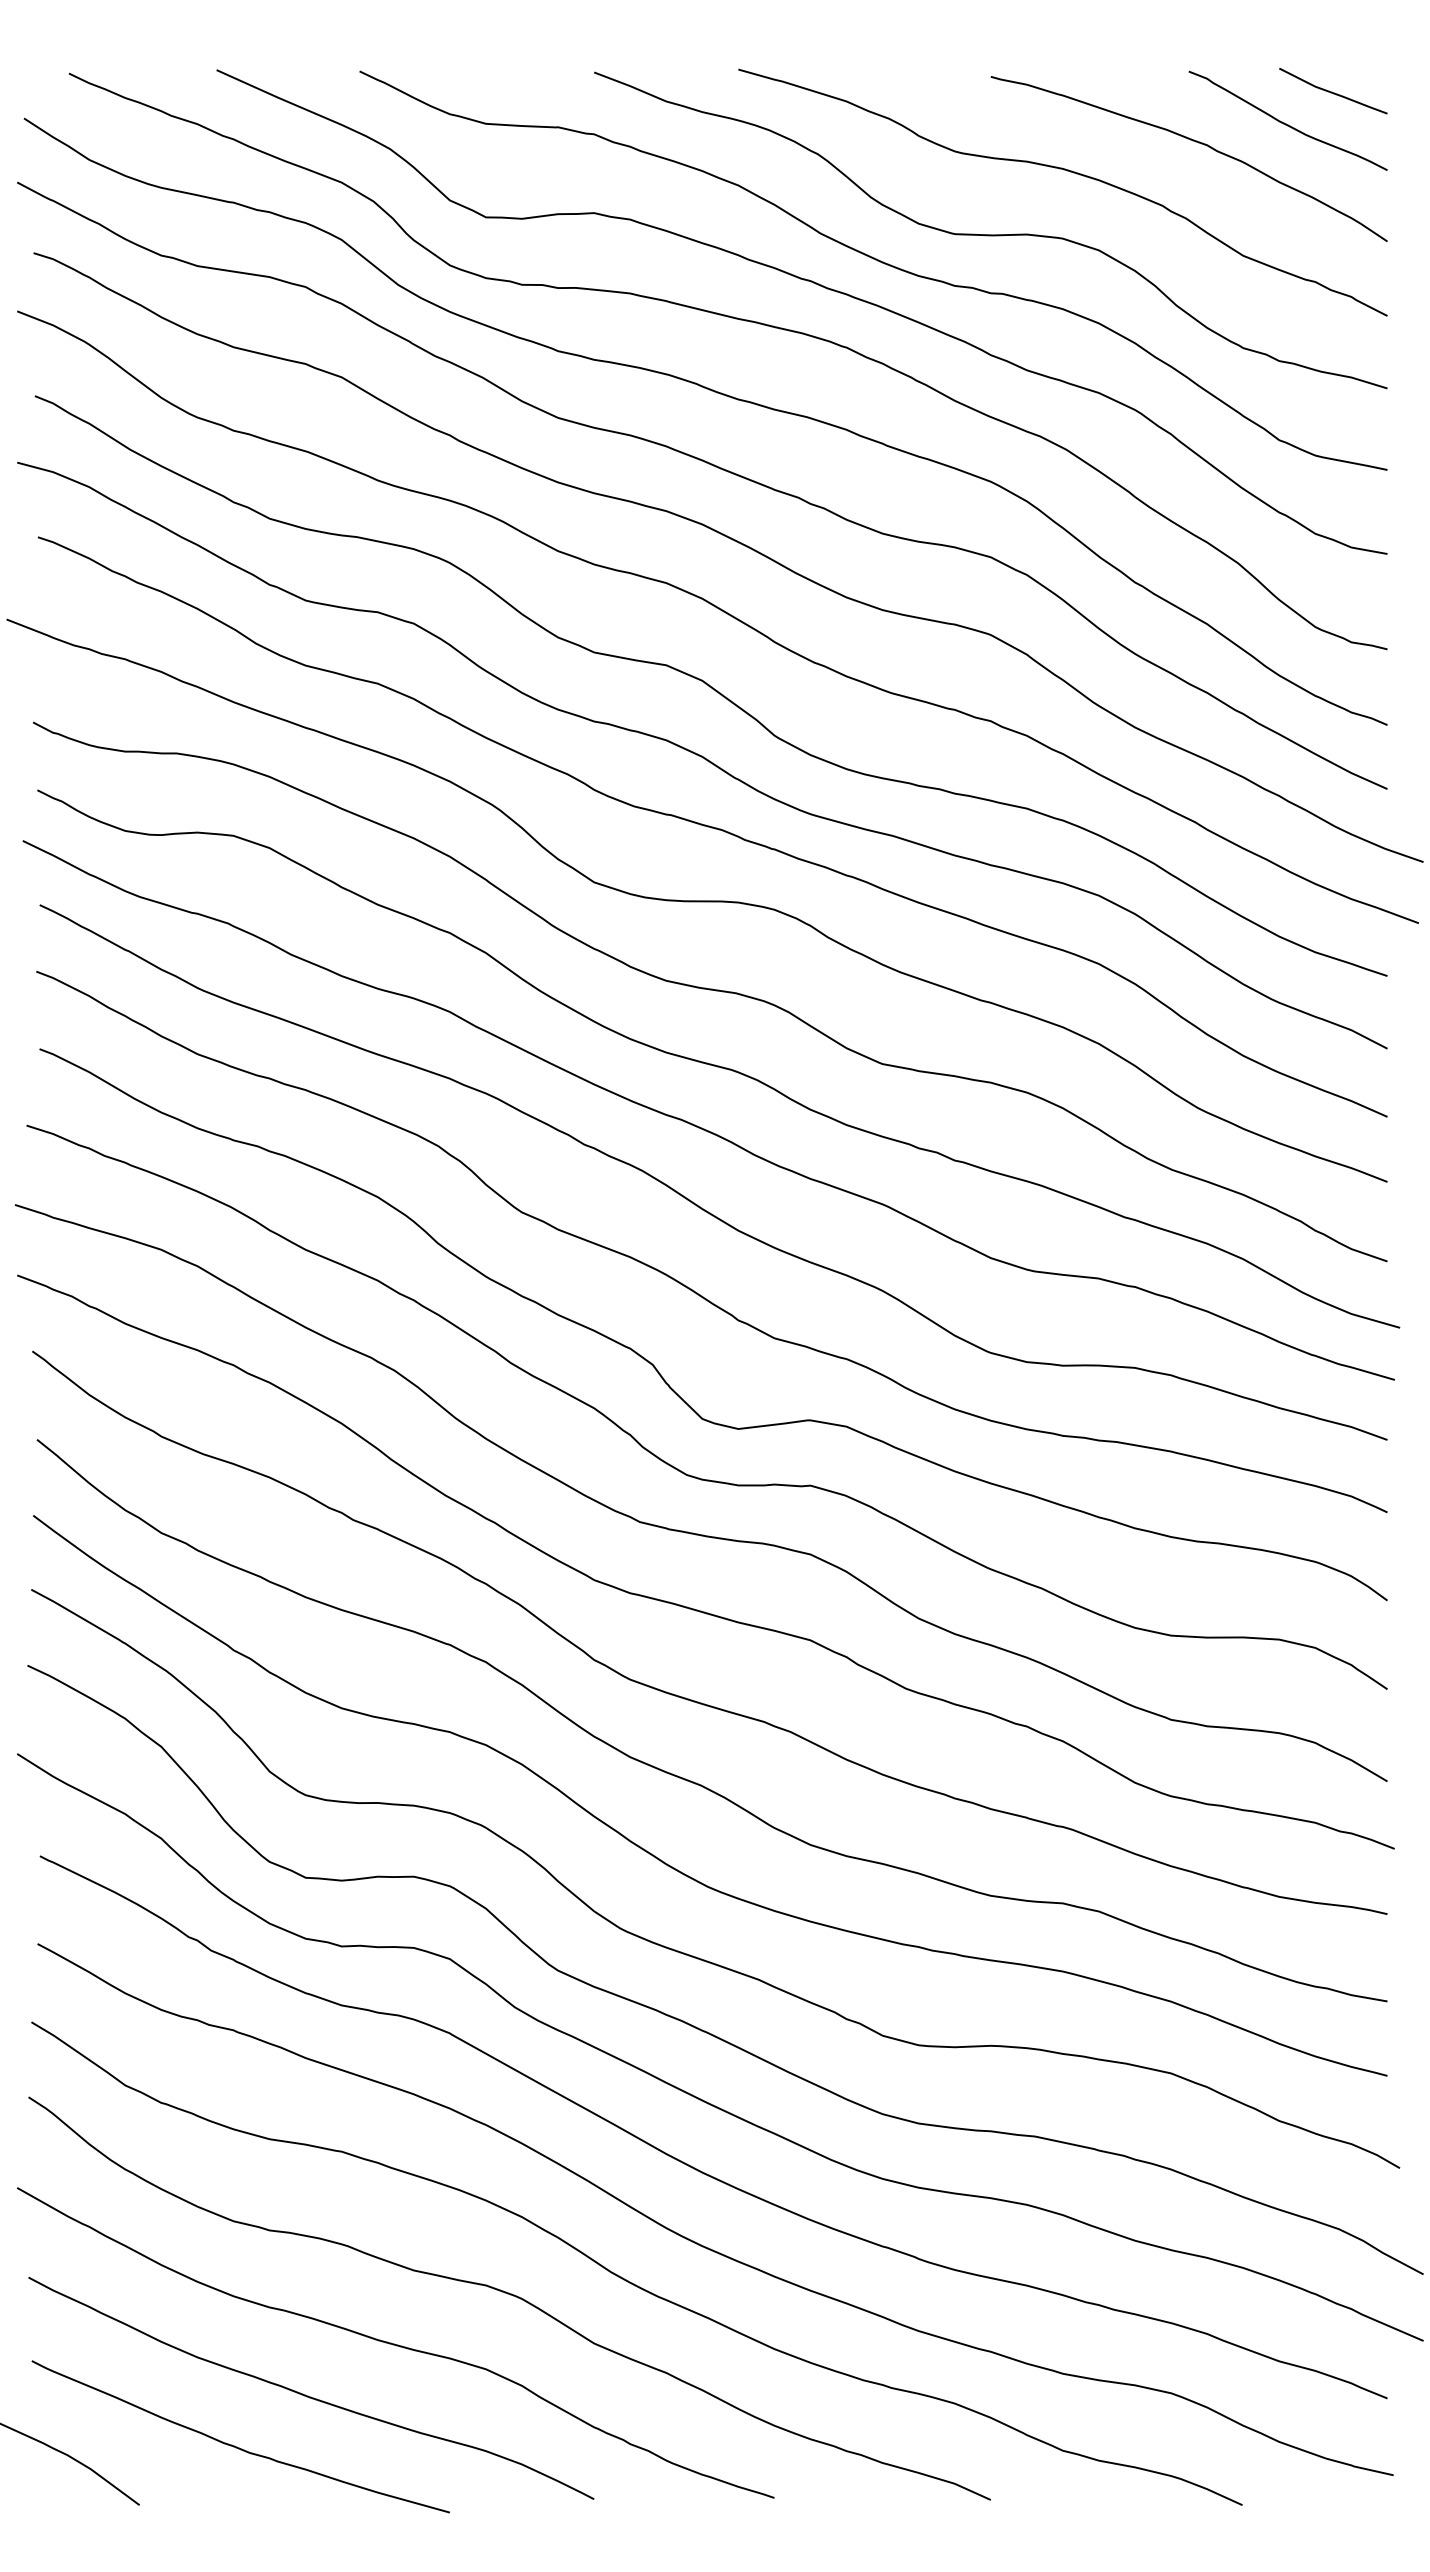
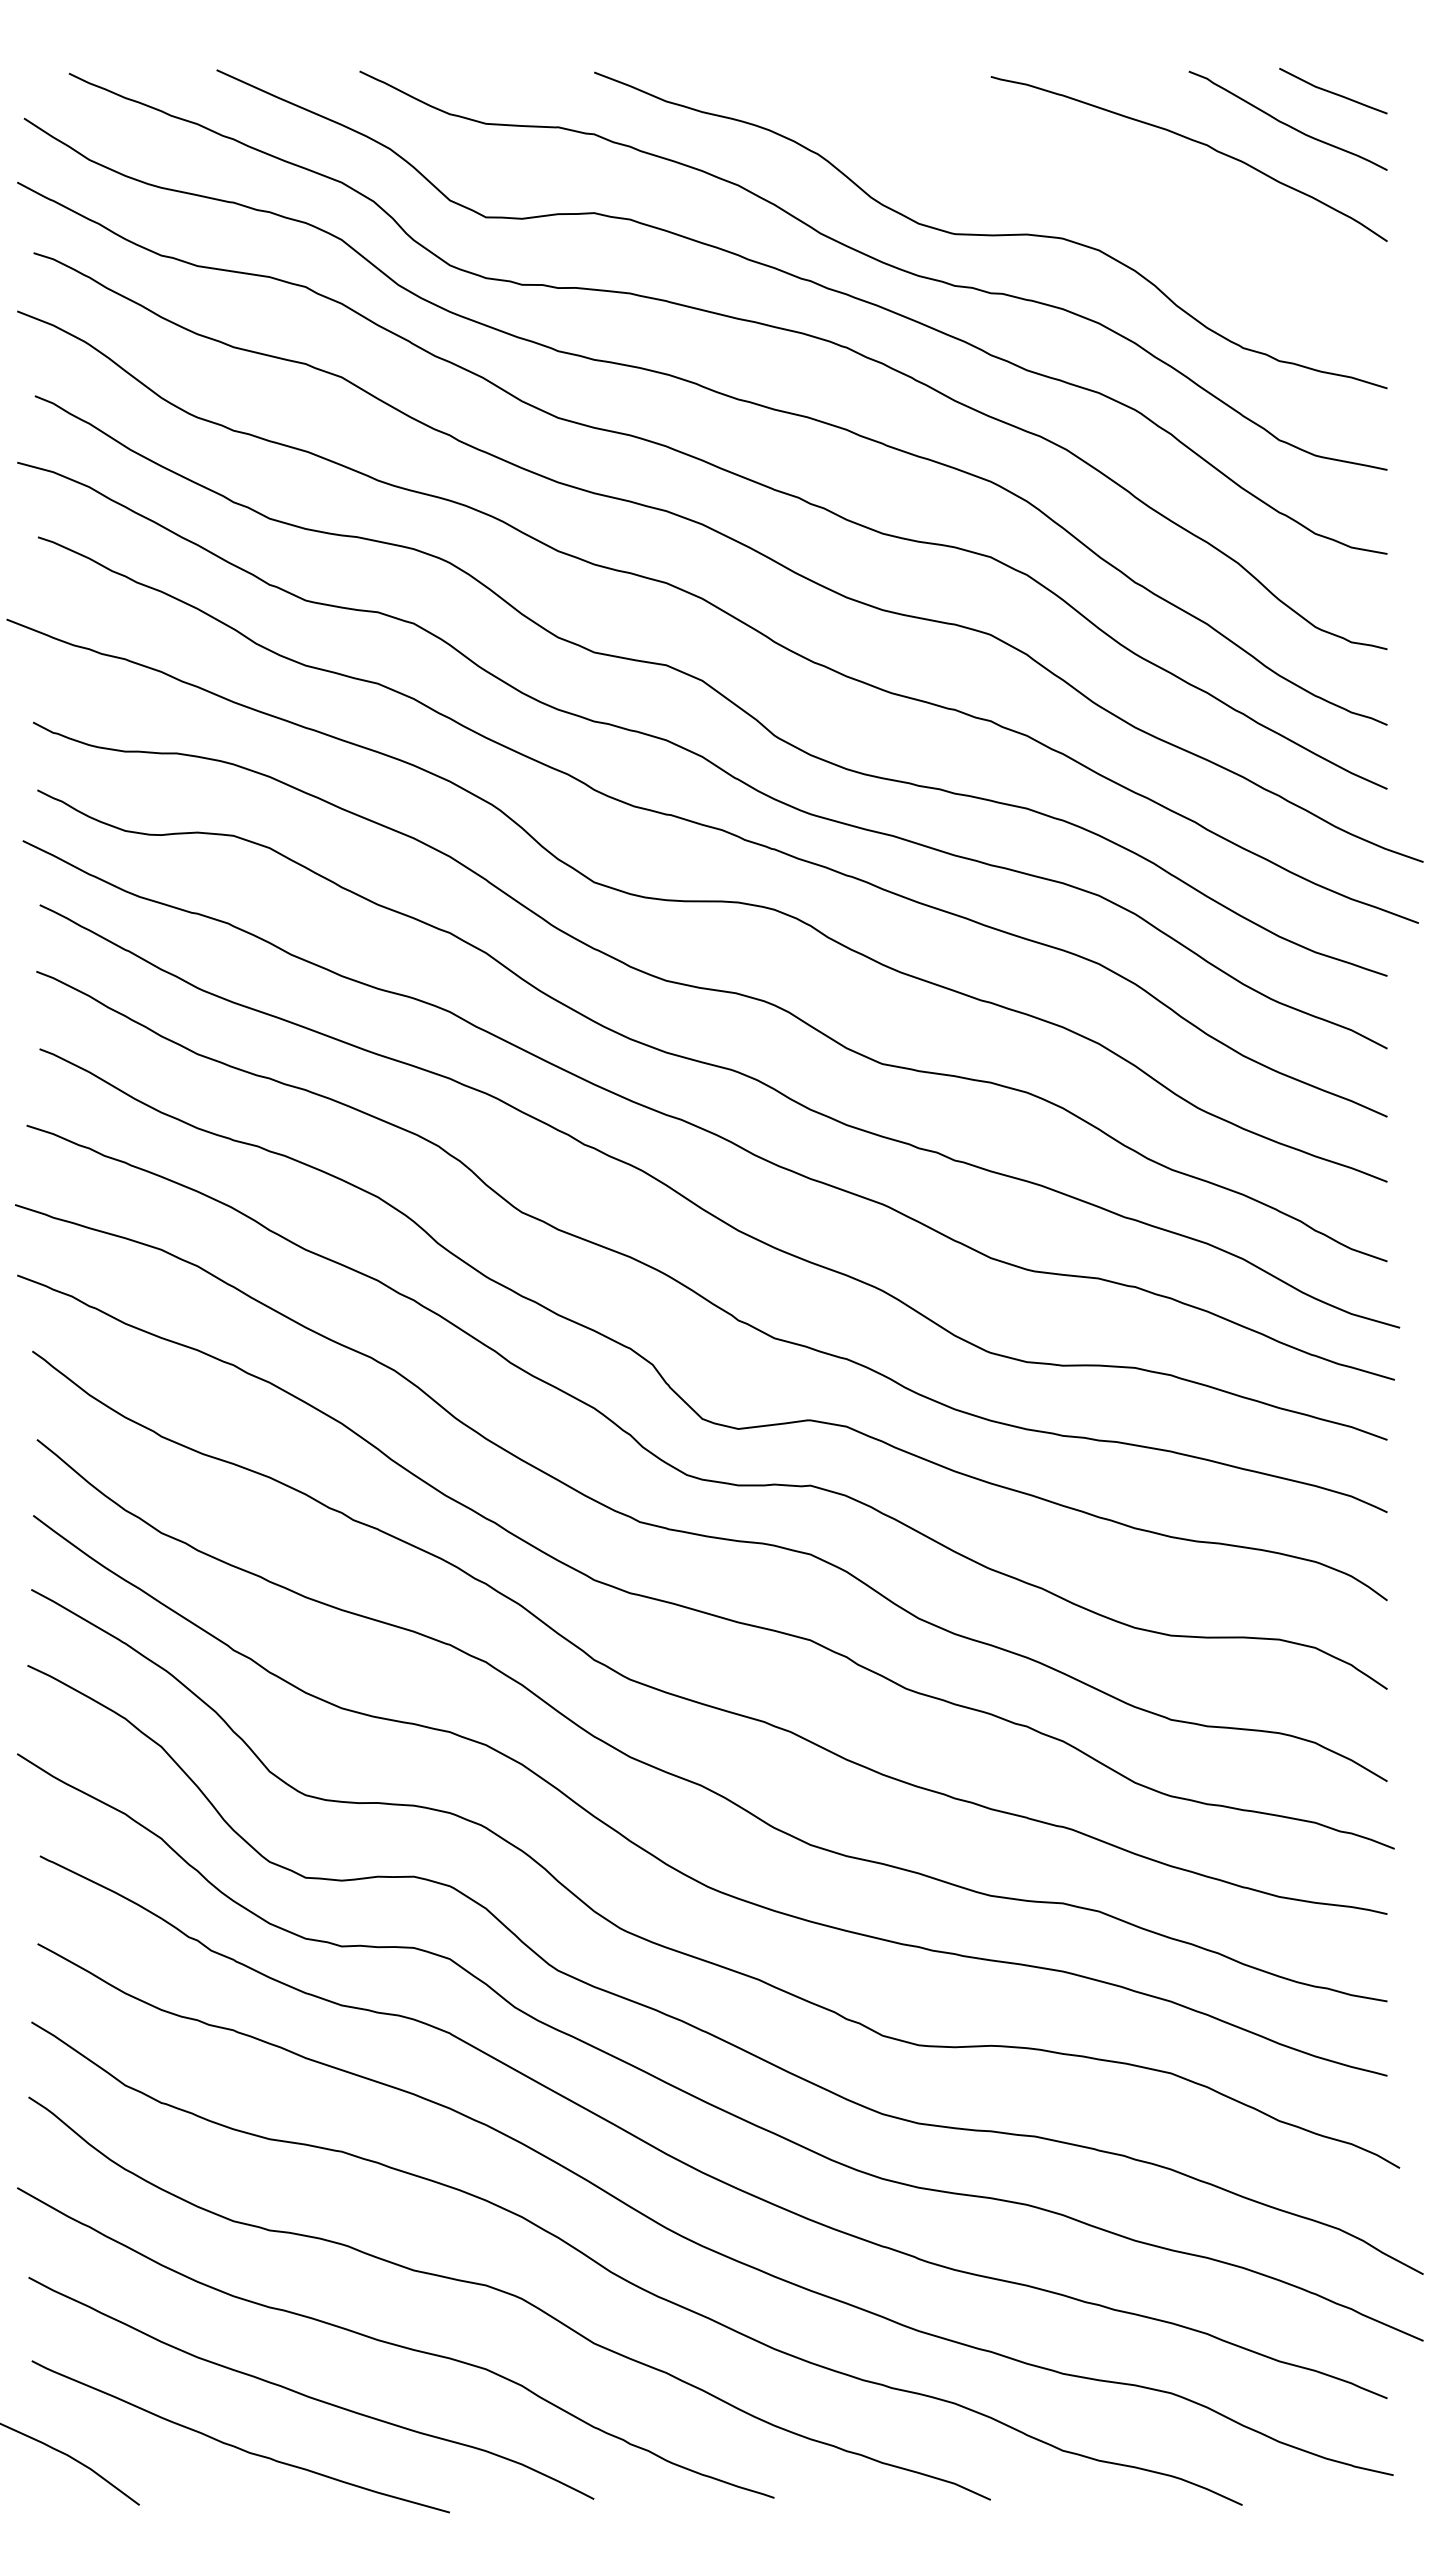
curve at (1070, 172): present -> none
